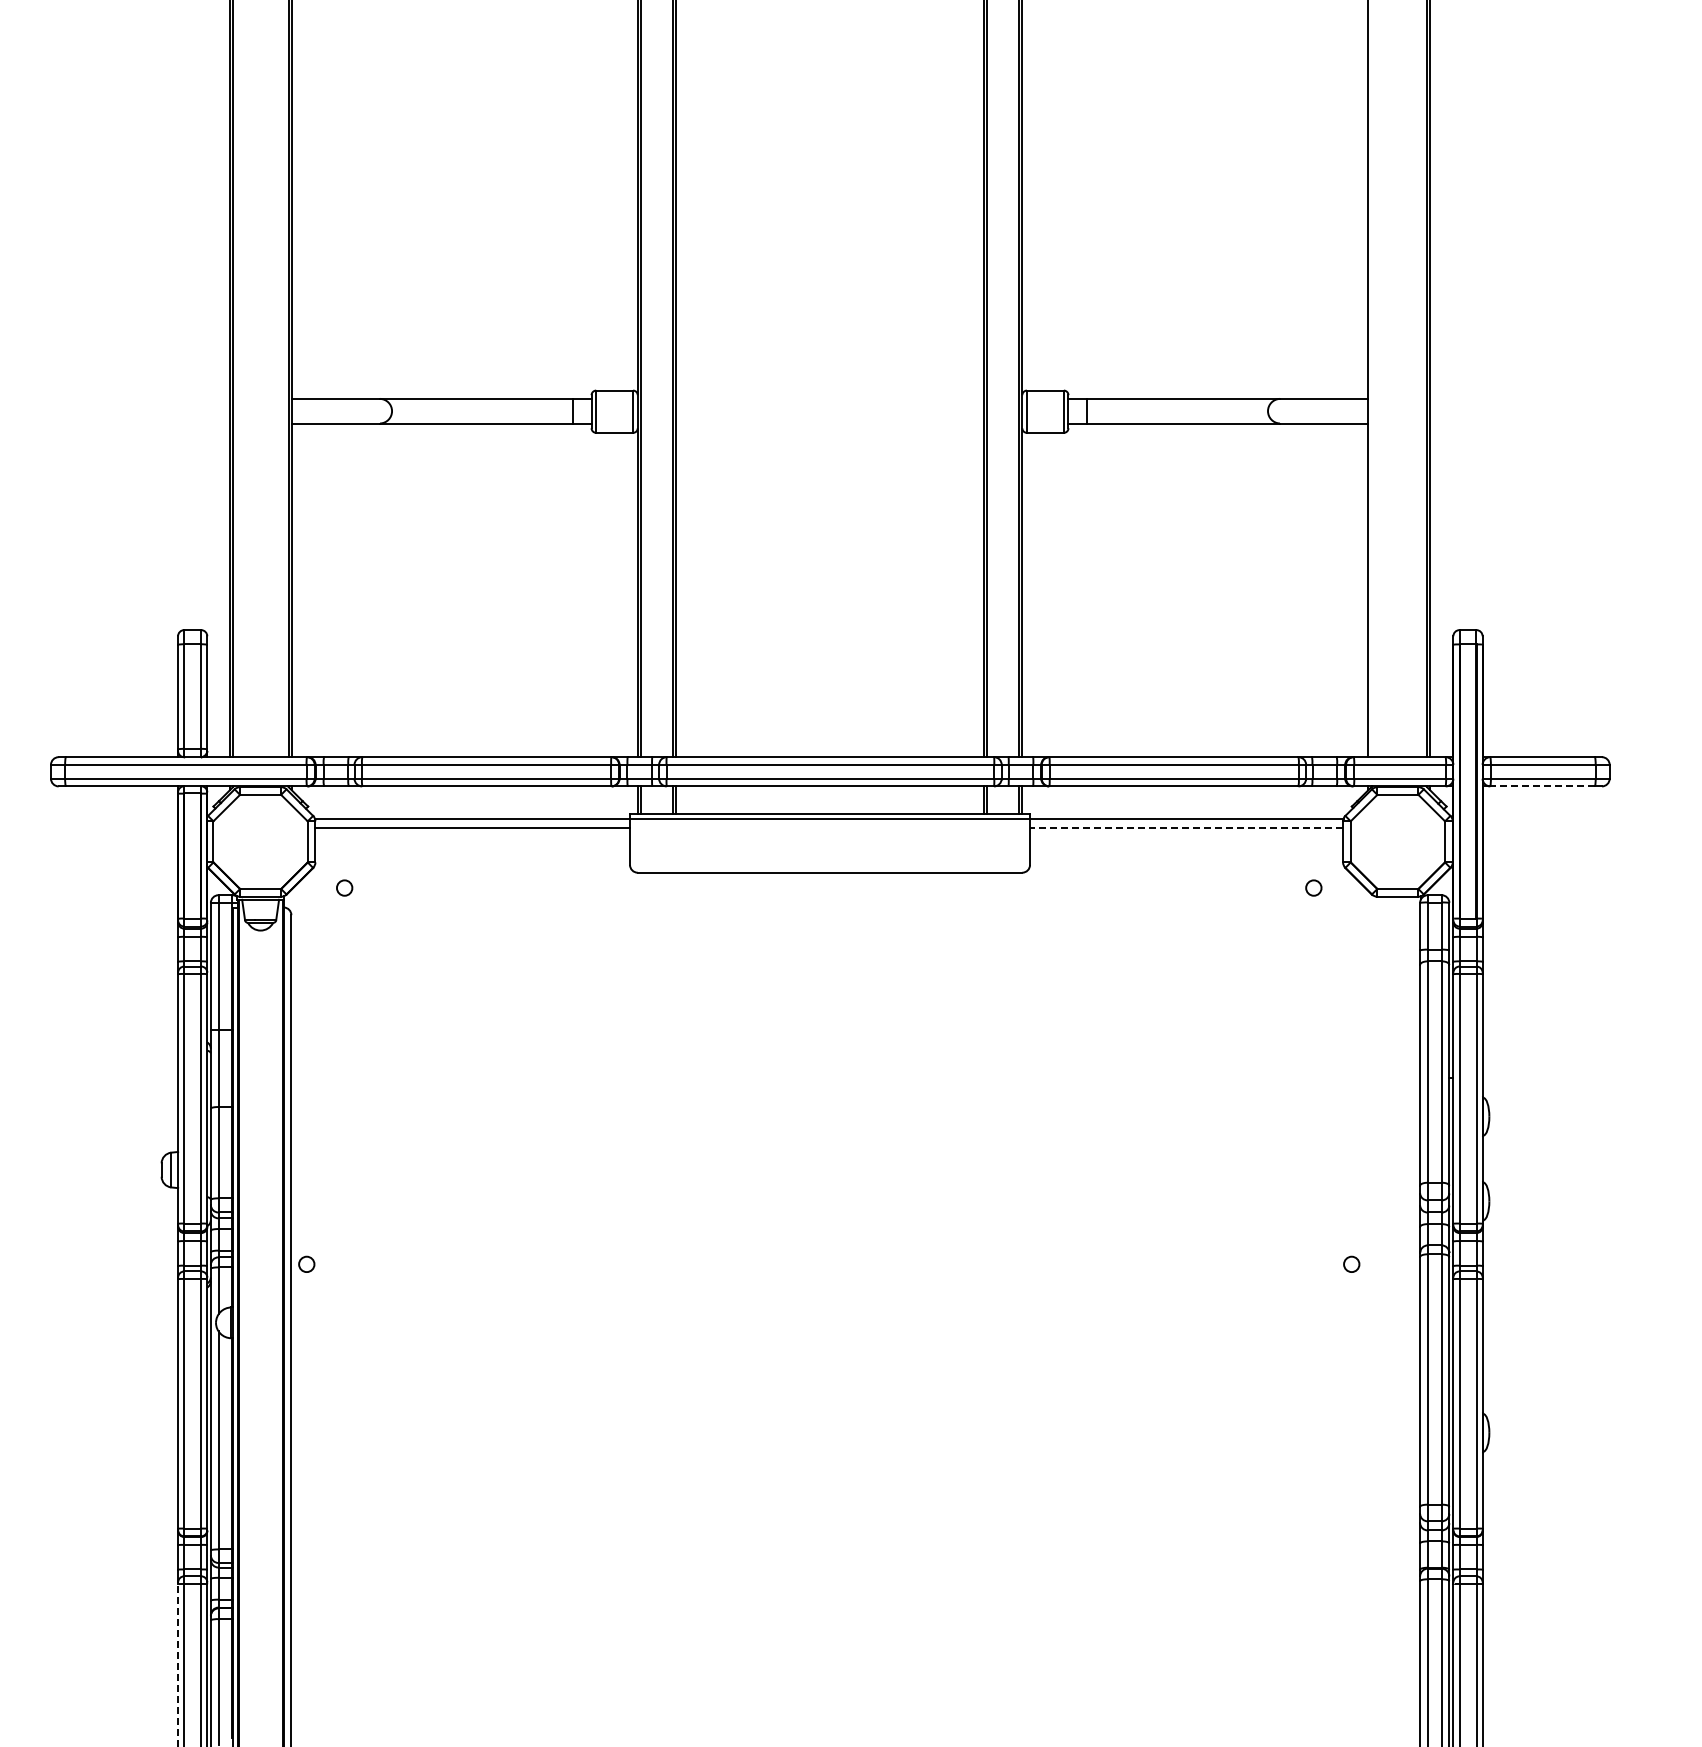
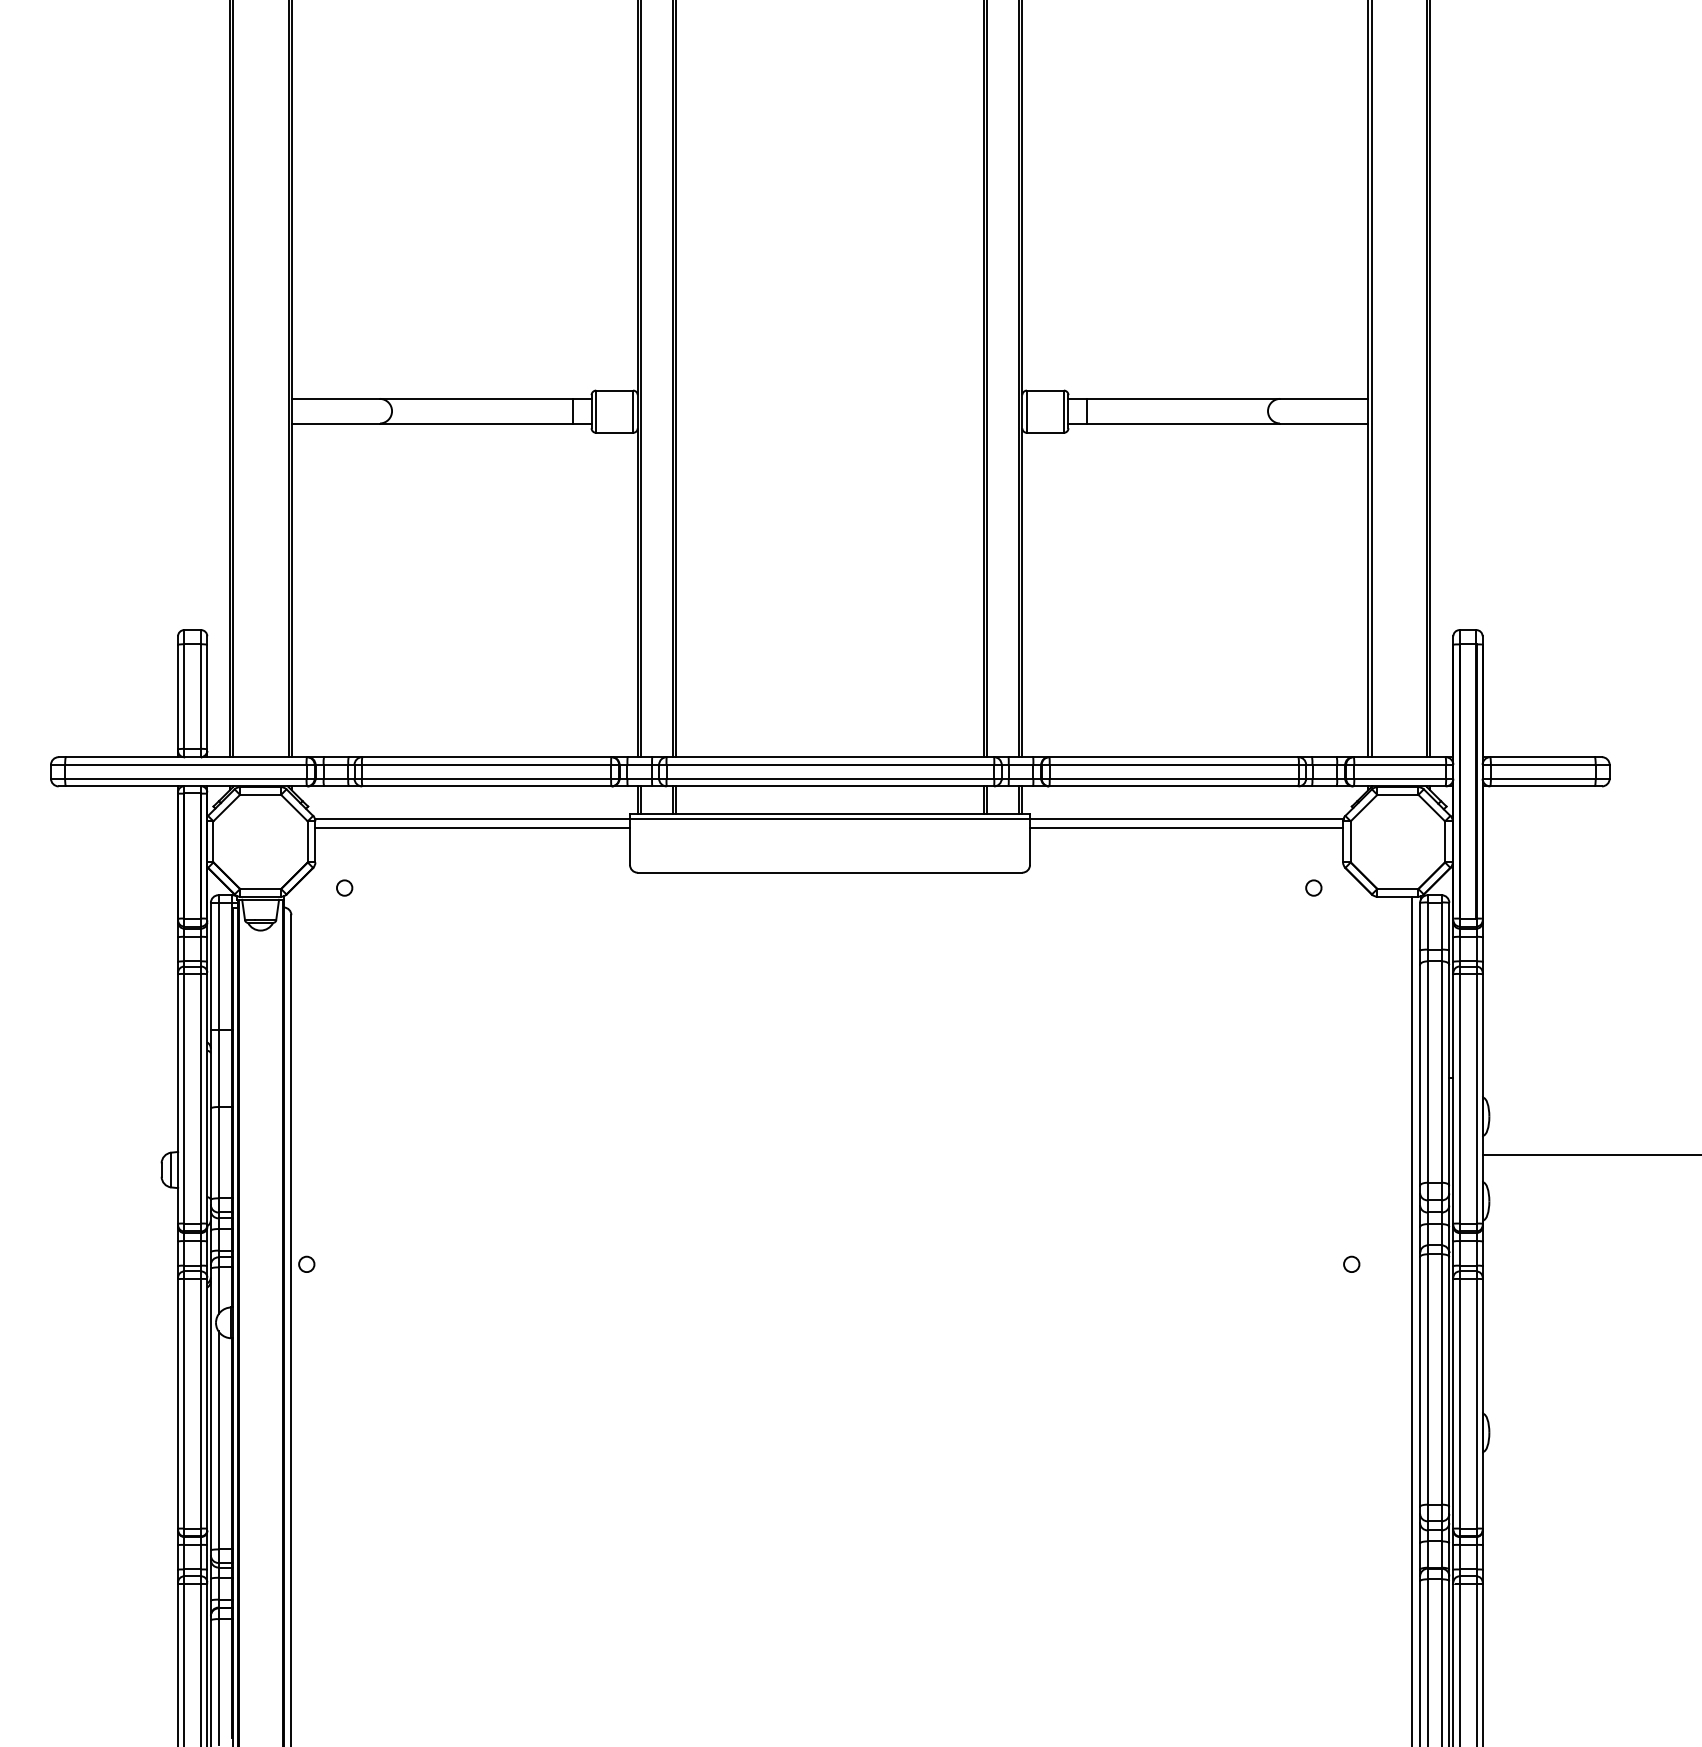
line at (1371, 379): none -> present
line at (1542, 786): dashed -> solid
line at (1186, 828): dashed -> solid
line at (1590, 1155): none -> present
line at (1411, 1319): none -> present
line at (178, 1665): dashed -> solid
